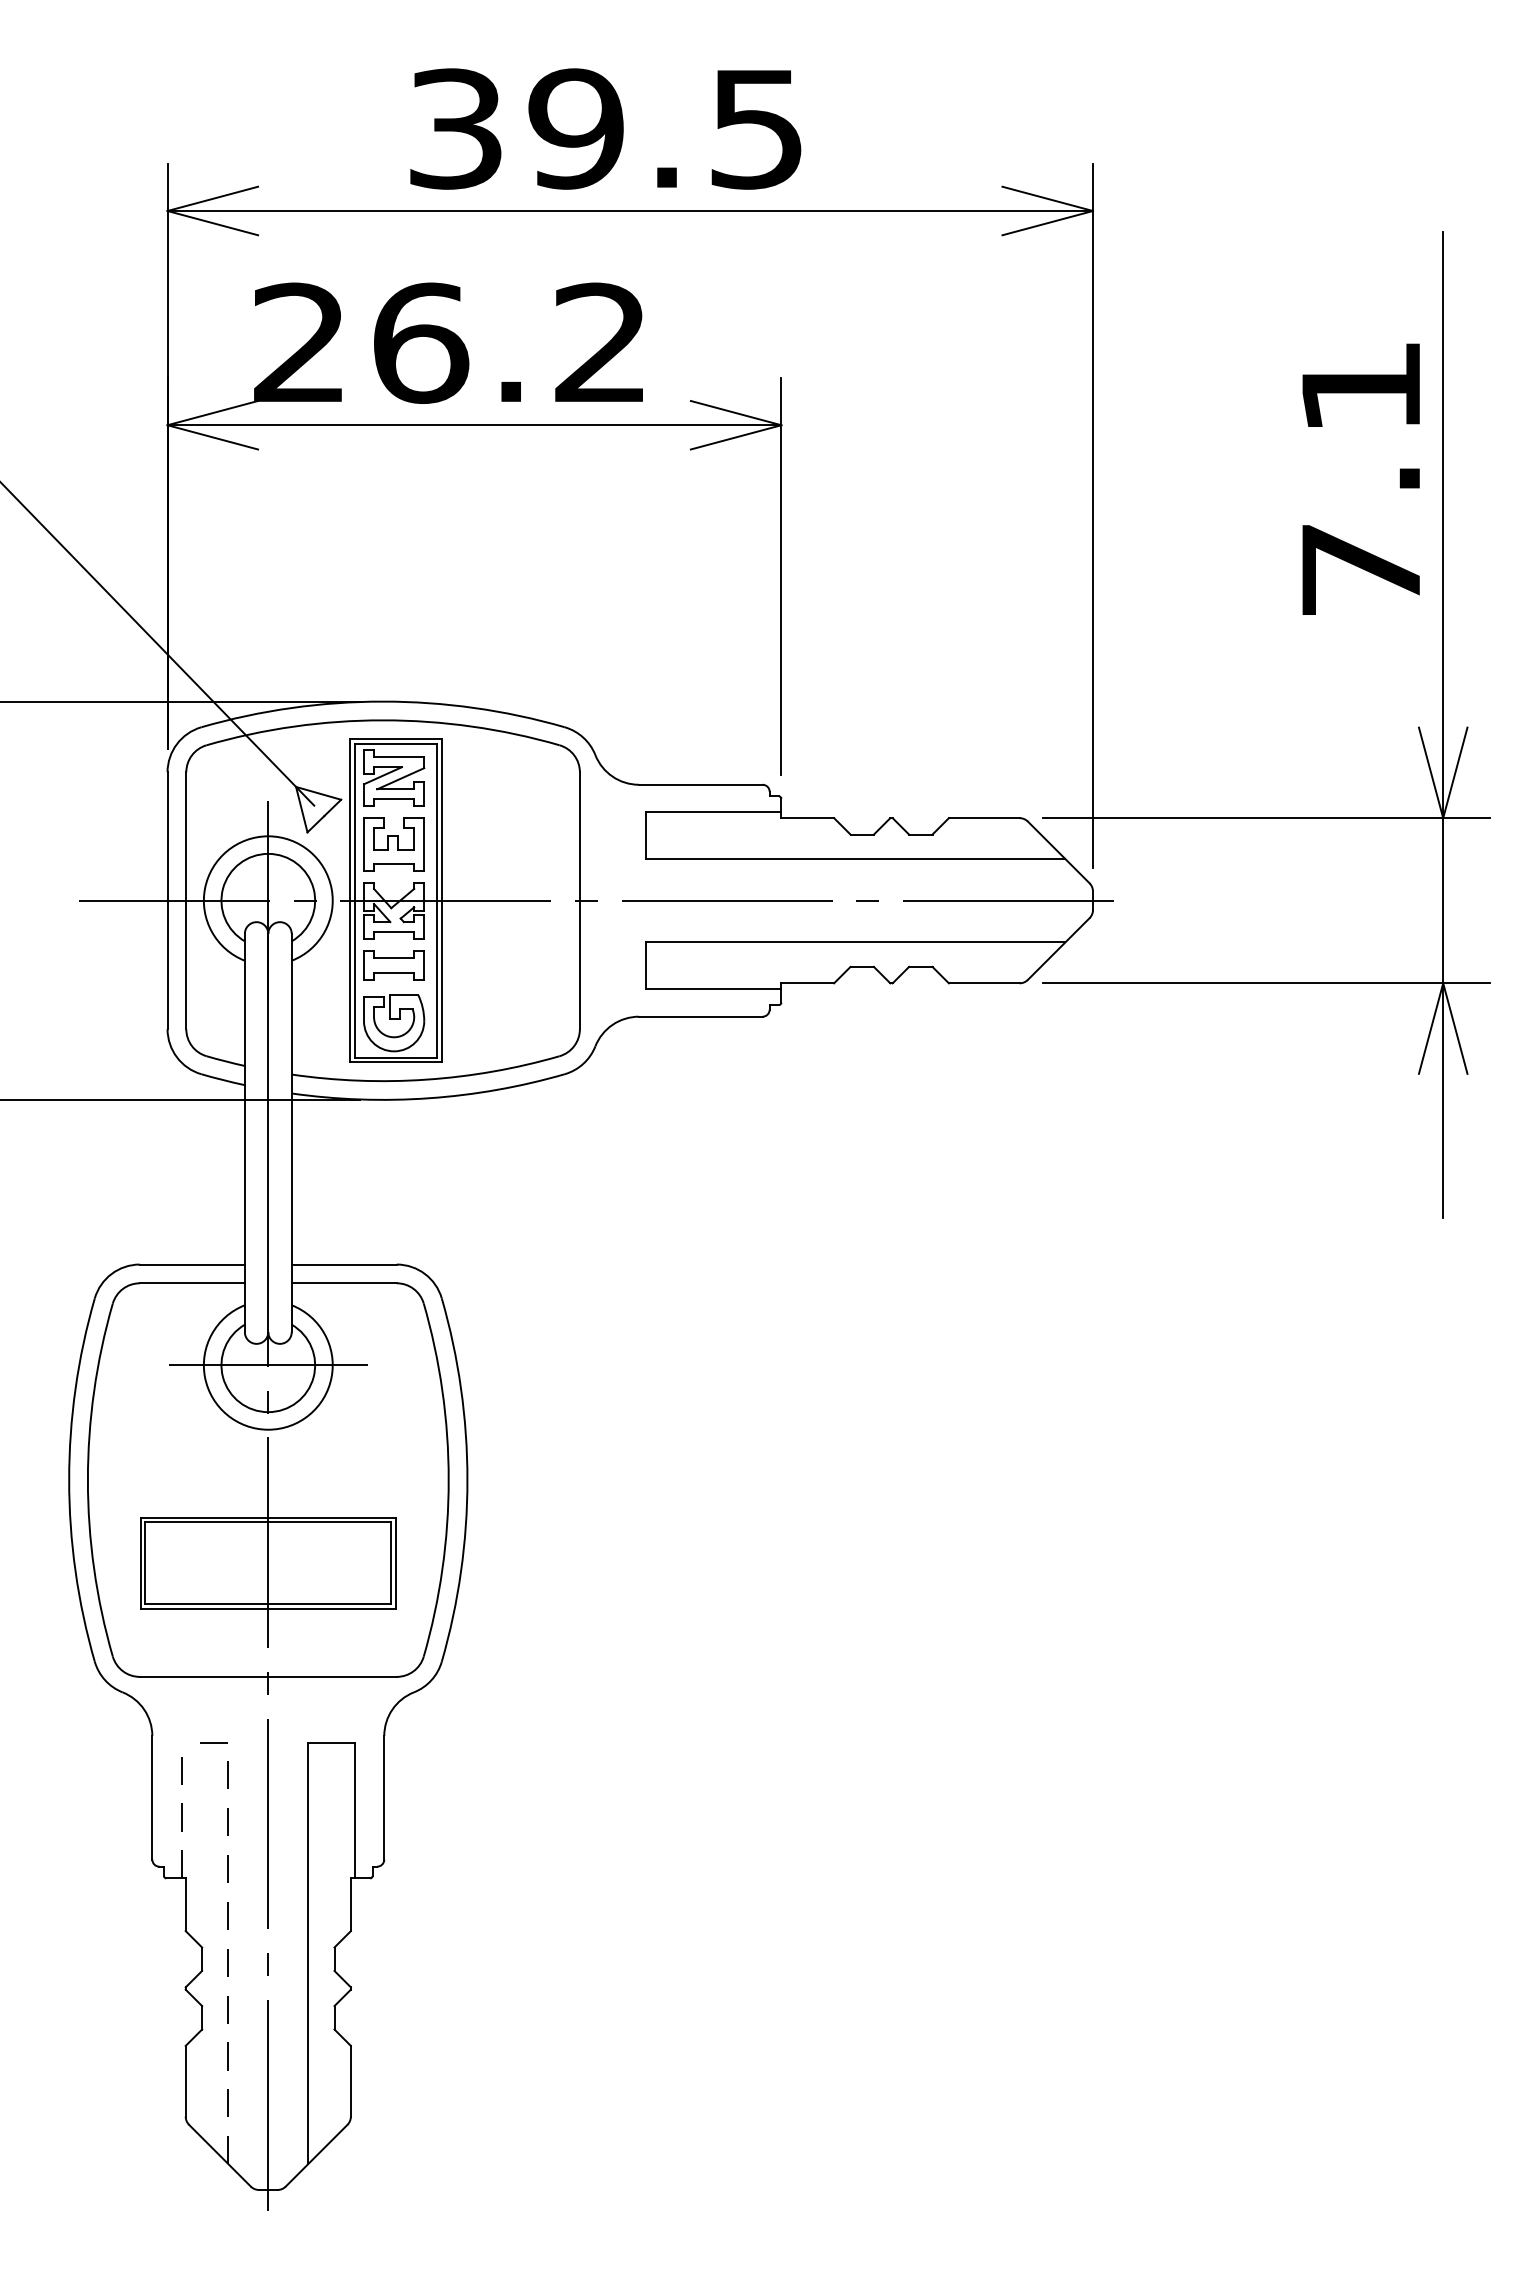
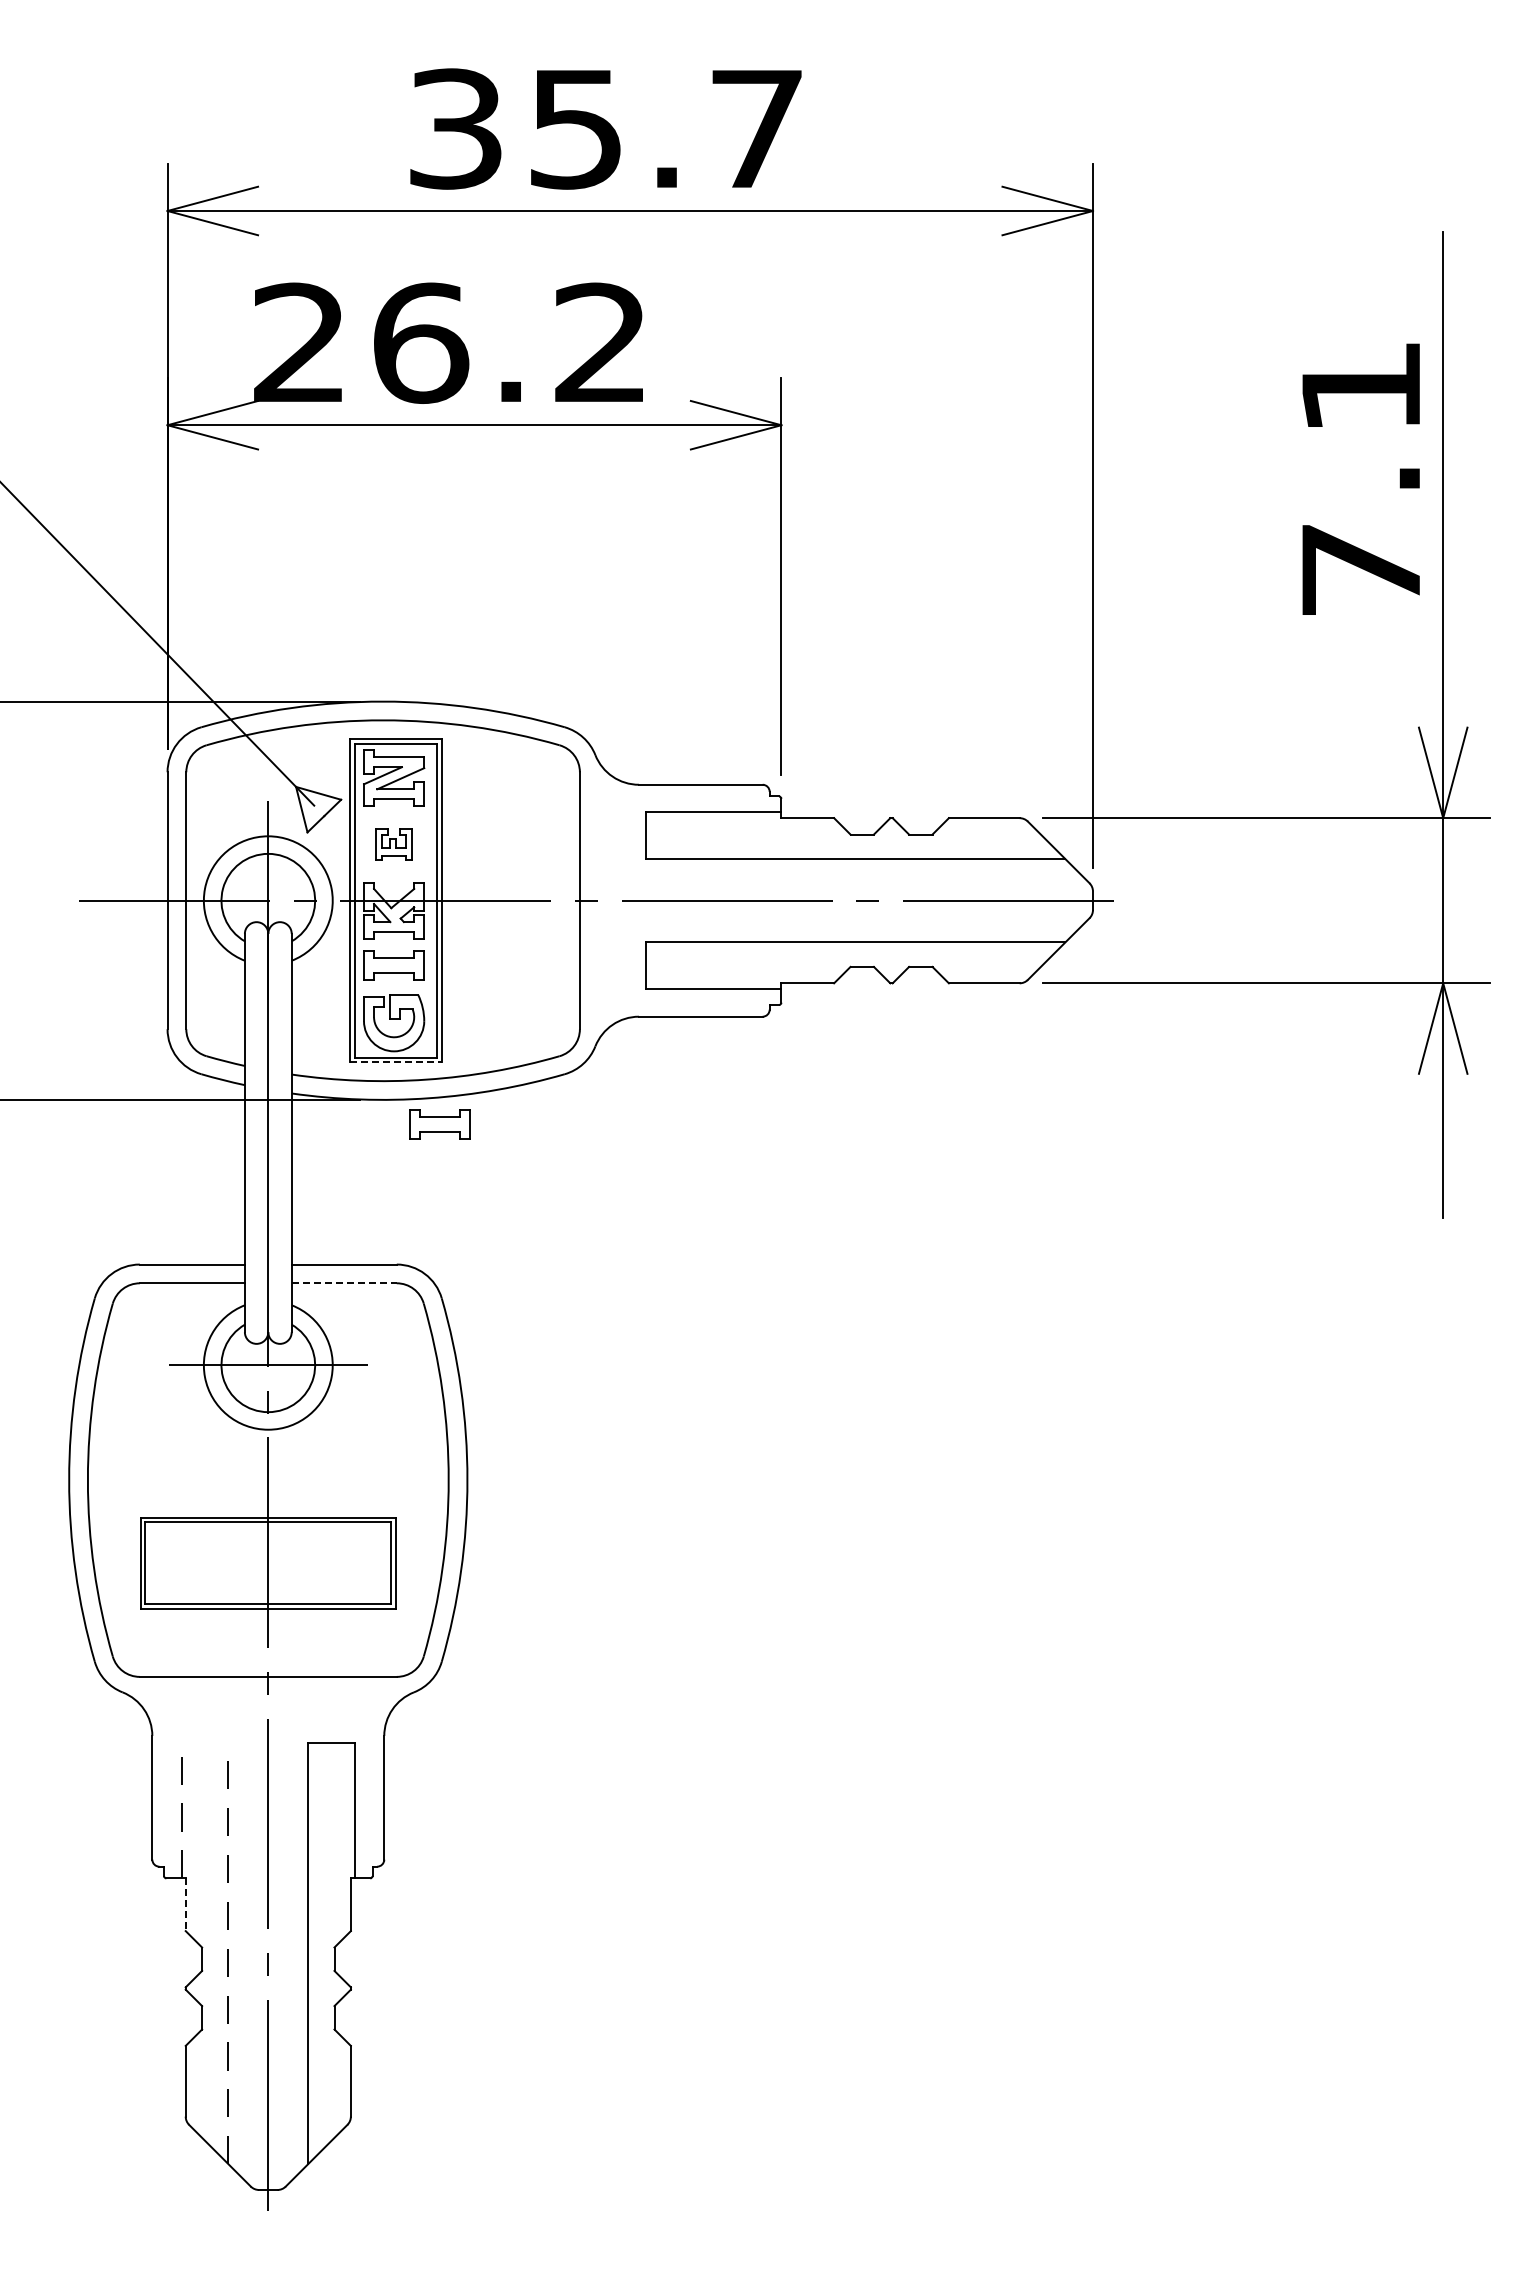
text at (664, 128): 39.5 -> 35.7
part at (393, 844) size: 62x55 px -> 38x33 px
line at (396, 1062): solid -> dashed
part at (439, 1124): none -> present
line at (344, 1283): solid -> dashed
line at (213, 1742): present -> none
line at (185, 1905): solid -> dashed
